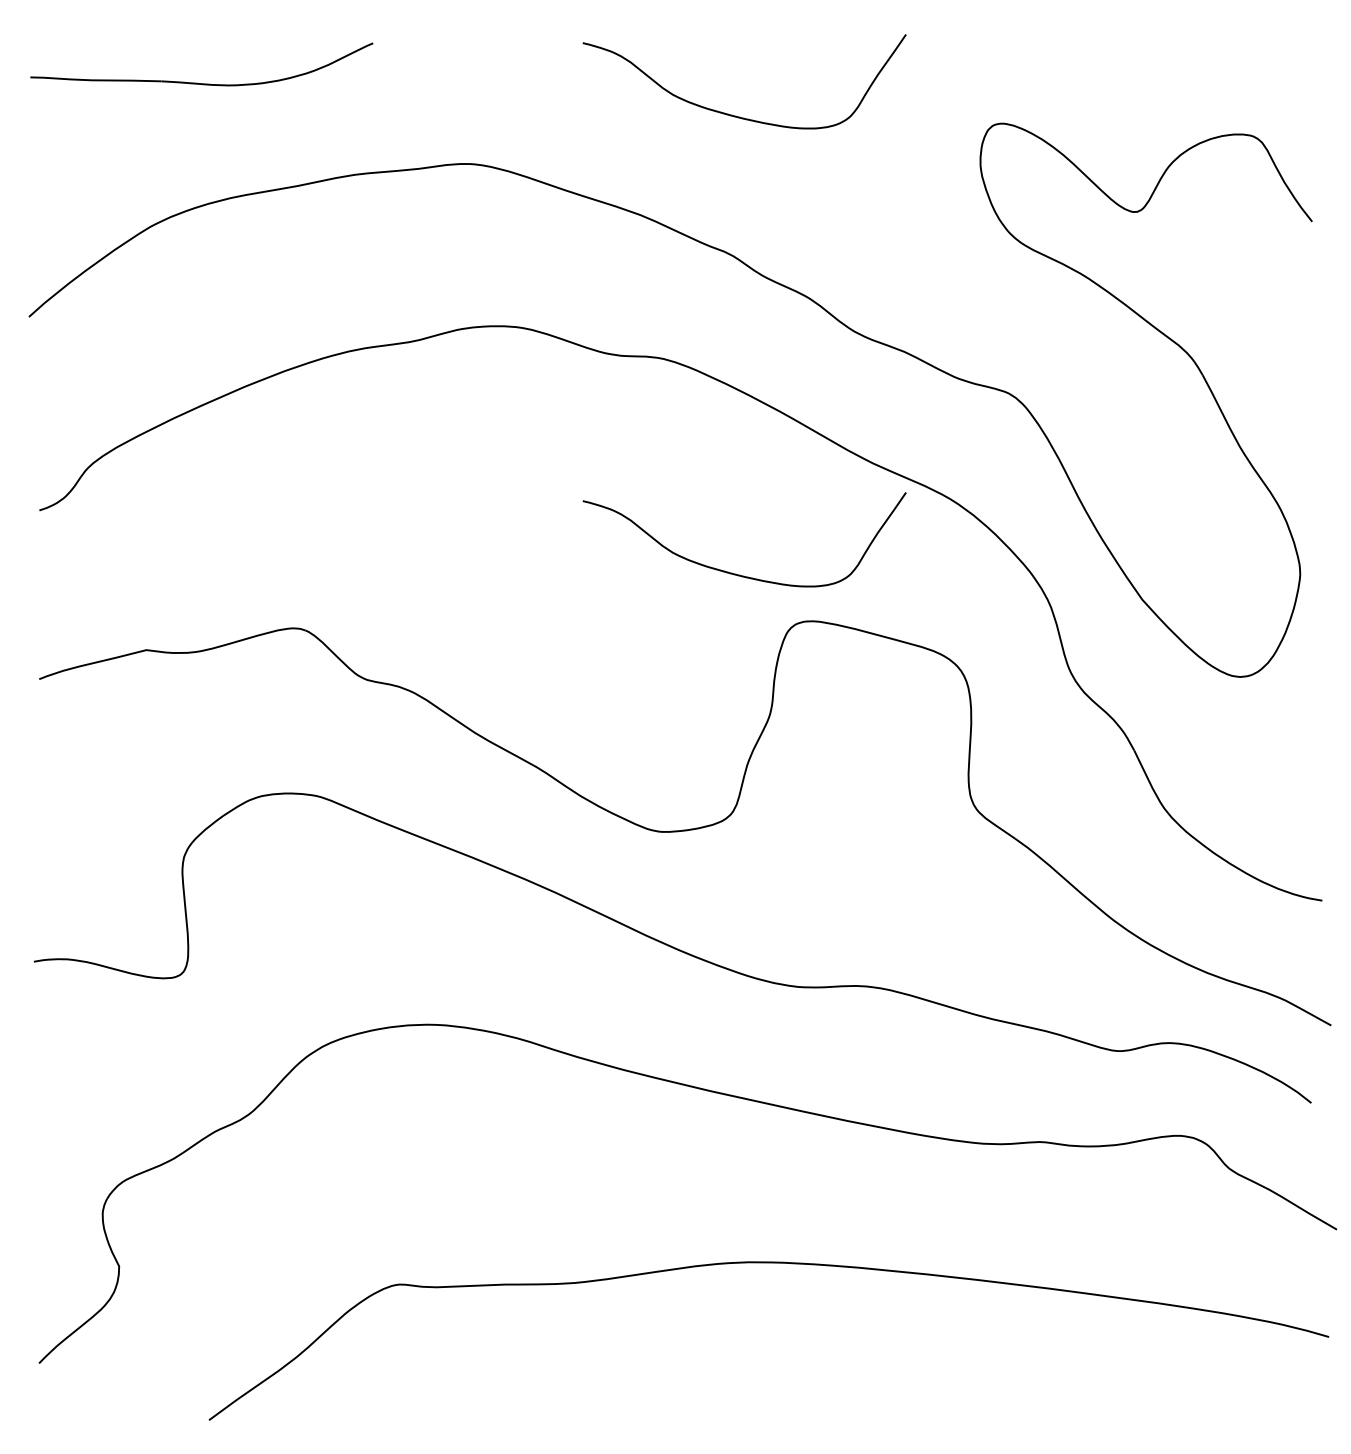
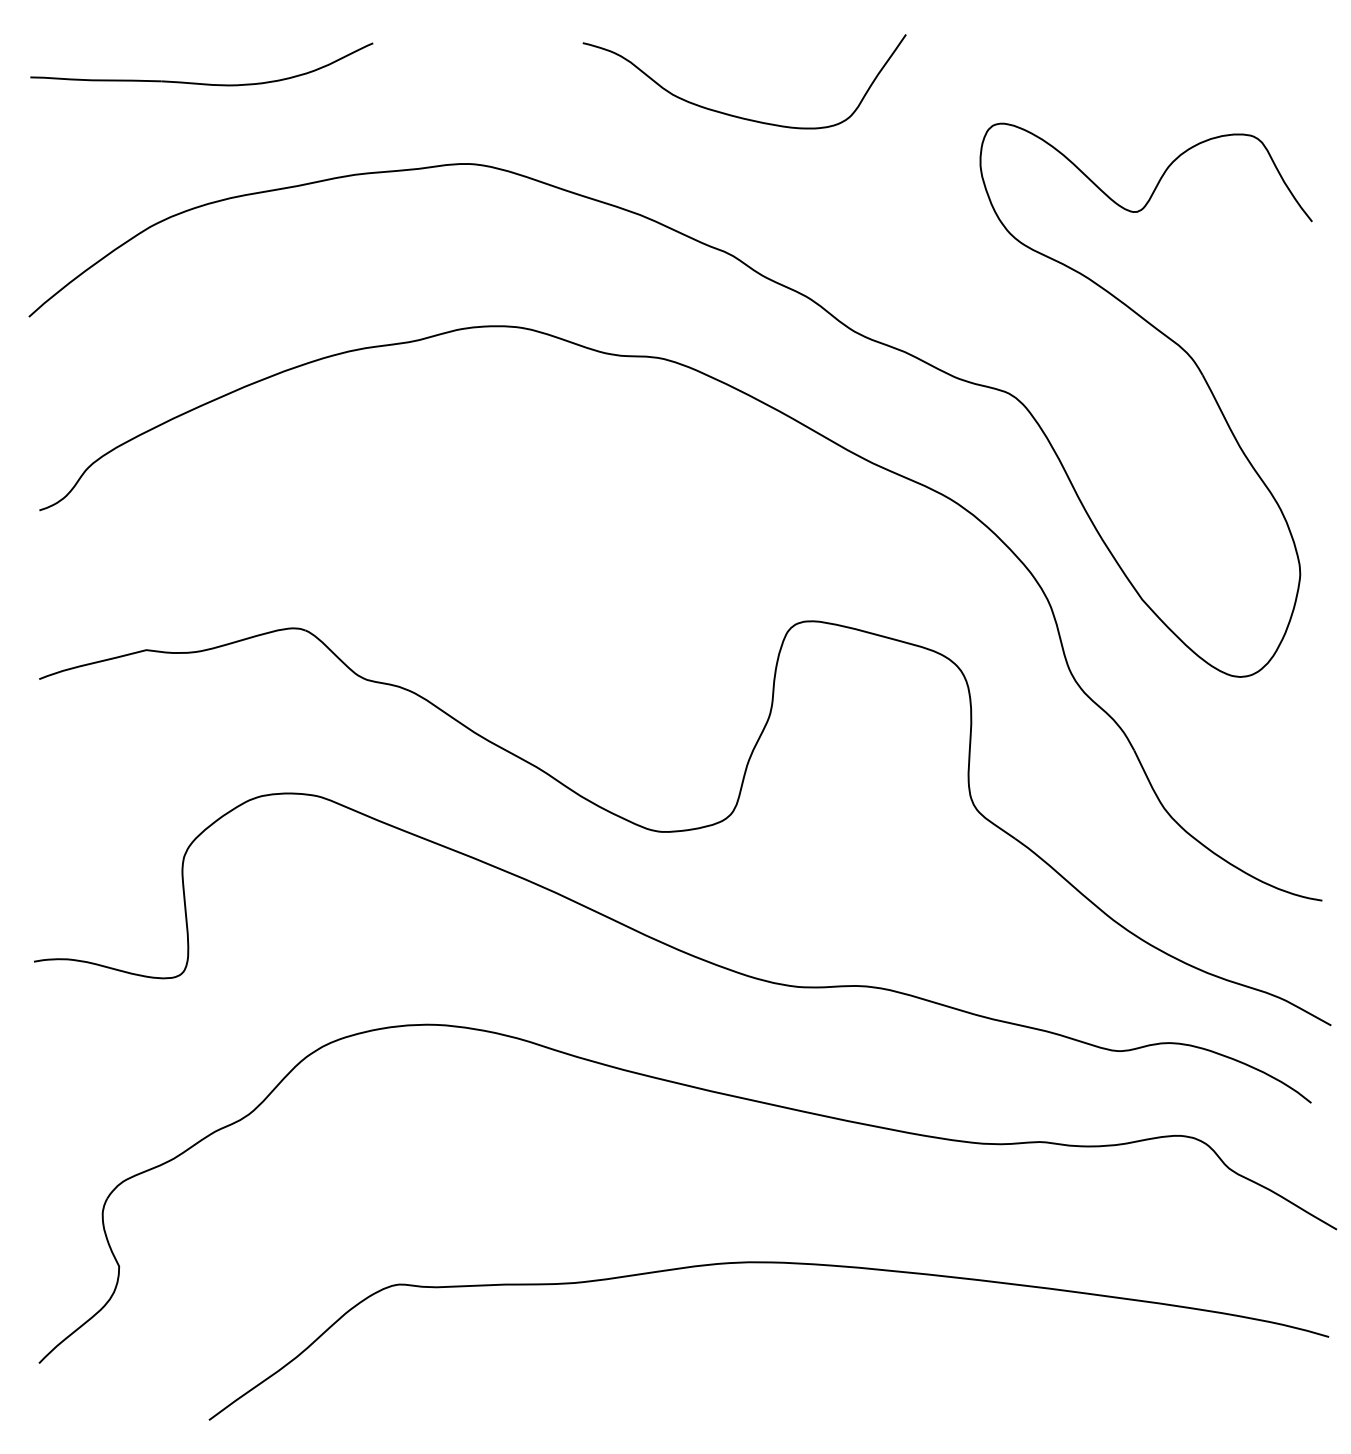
curve at (736, 573): present -> none
